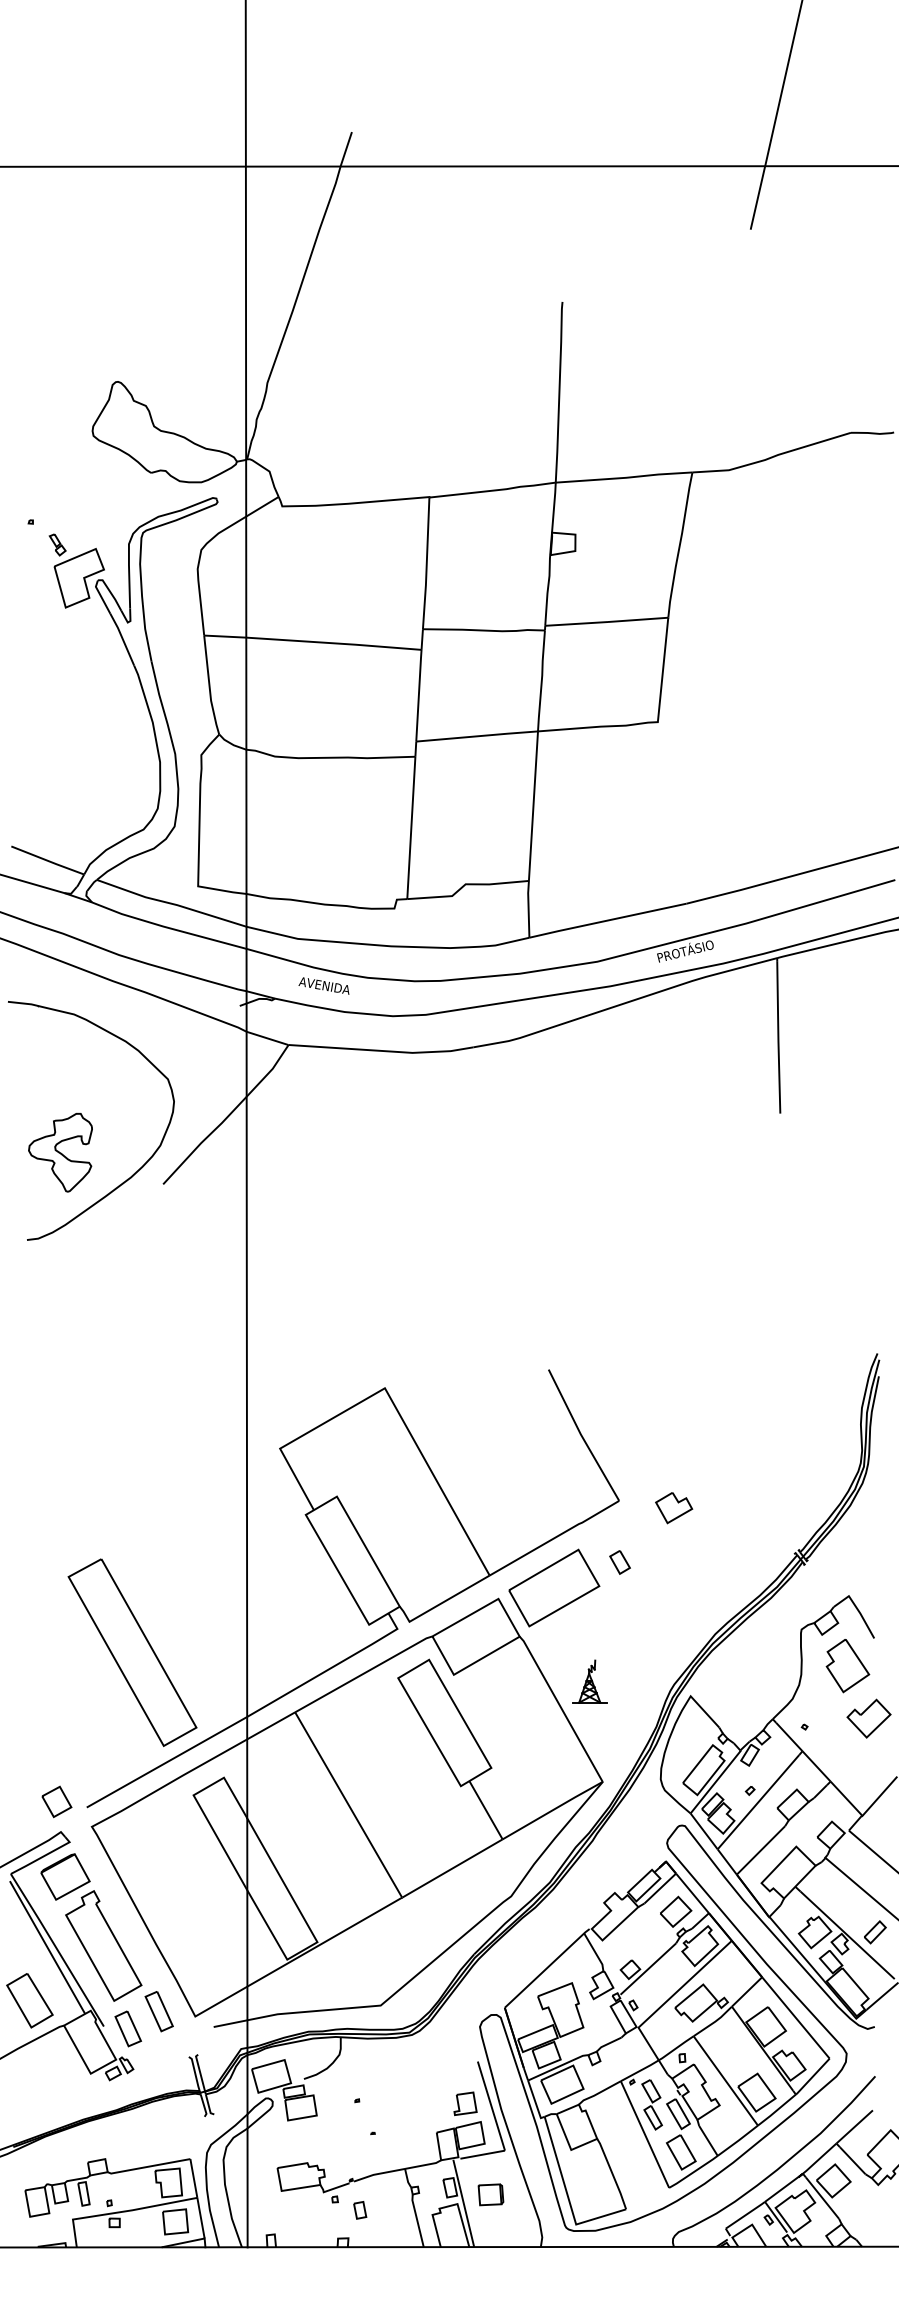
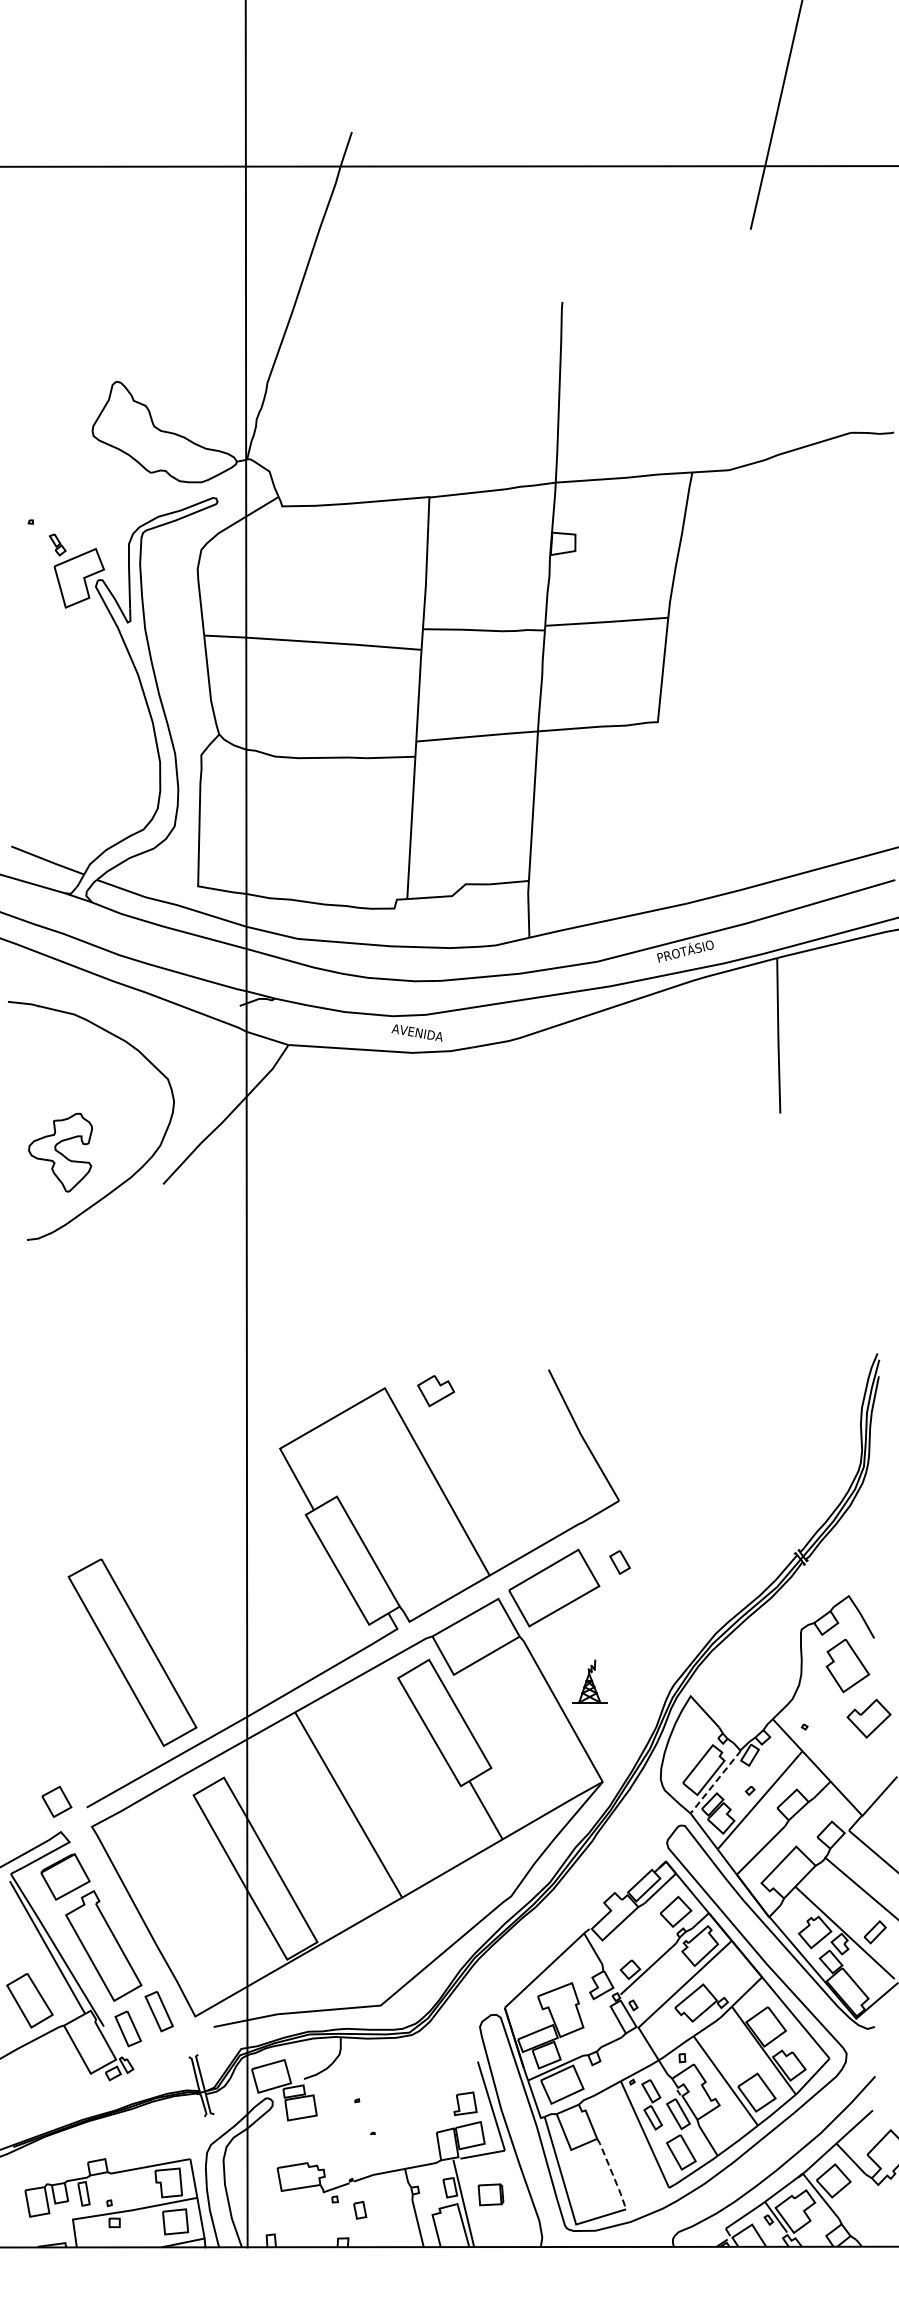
text at (323, 985) position: (323, 985) -> (416, 1032)
part at (674, 1508) position: (674, 1508) -> (436, 1391)
line at (715, 1781): solid -> dashed
line at (612, 2173): solid -> dashed
